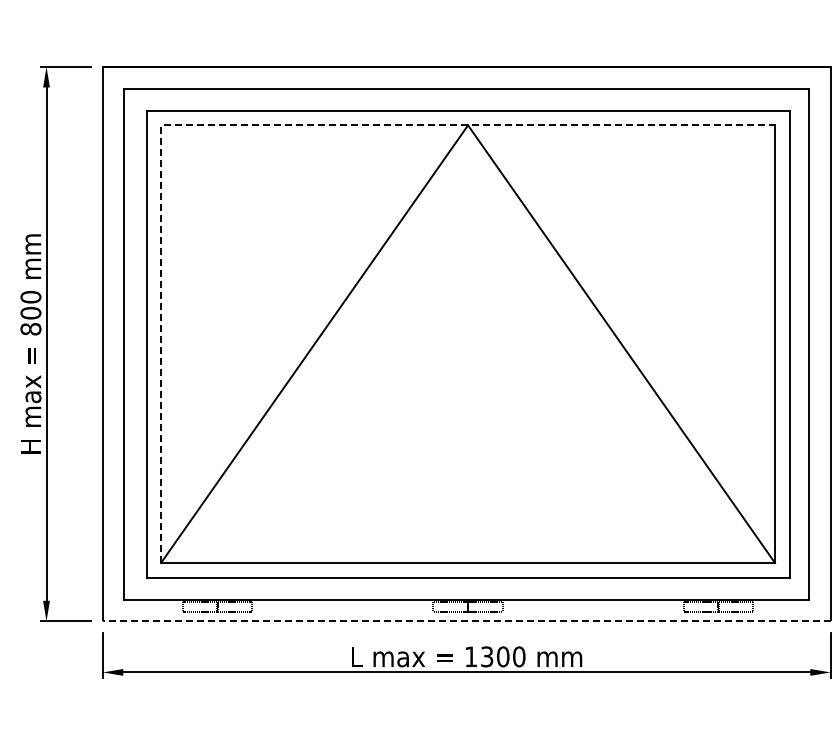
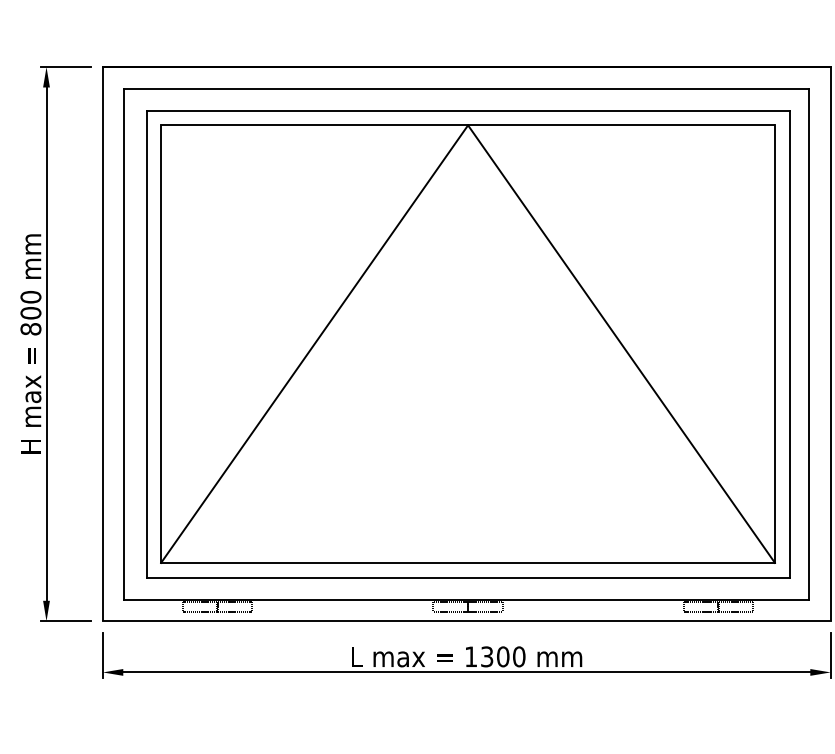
line at (249, 125): dashed -> solid
line at (466, 621): dashed -> solid
